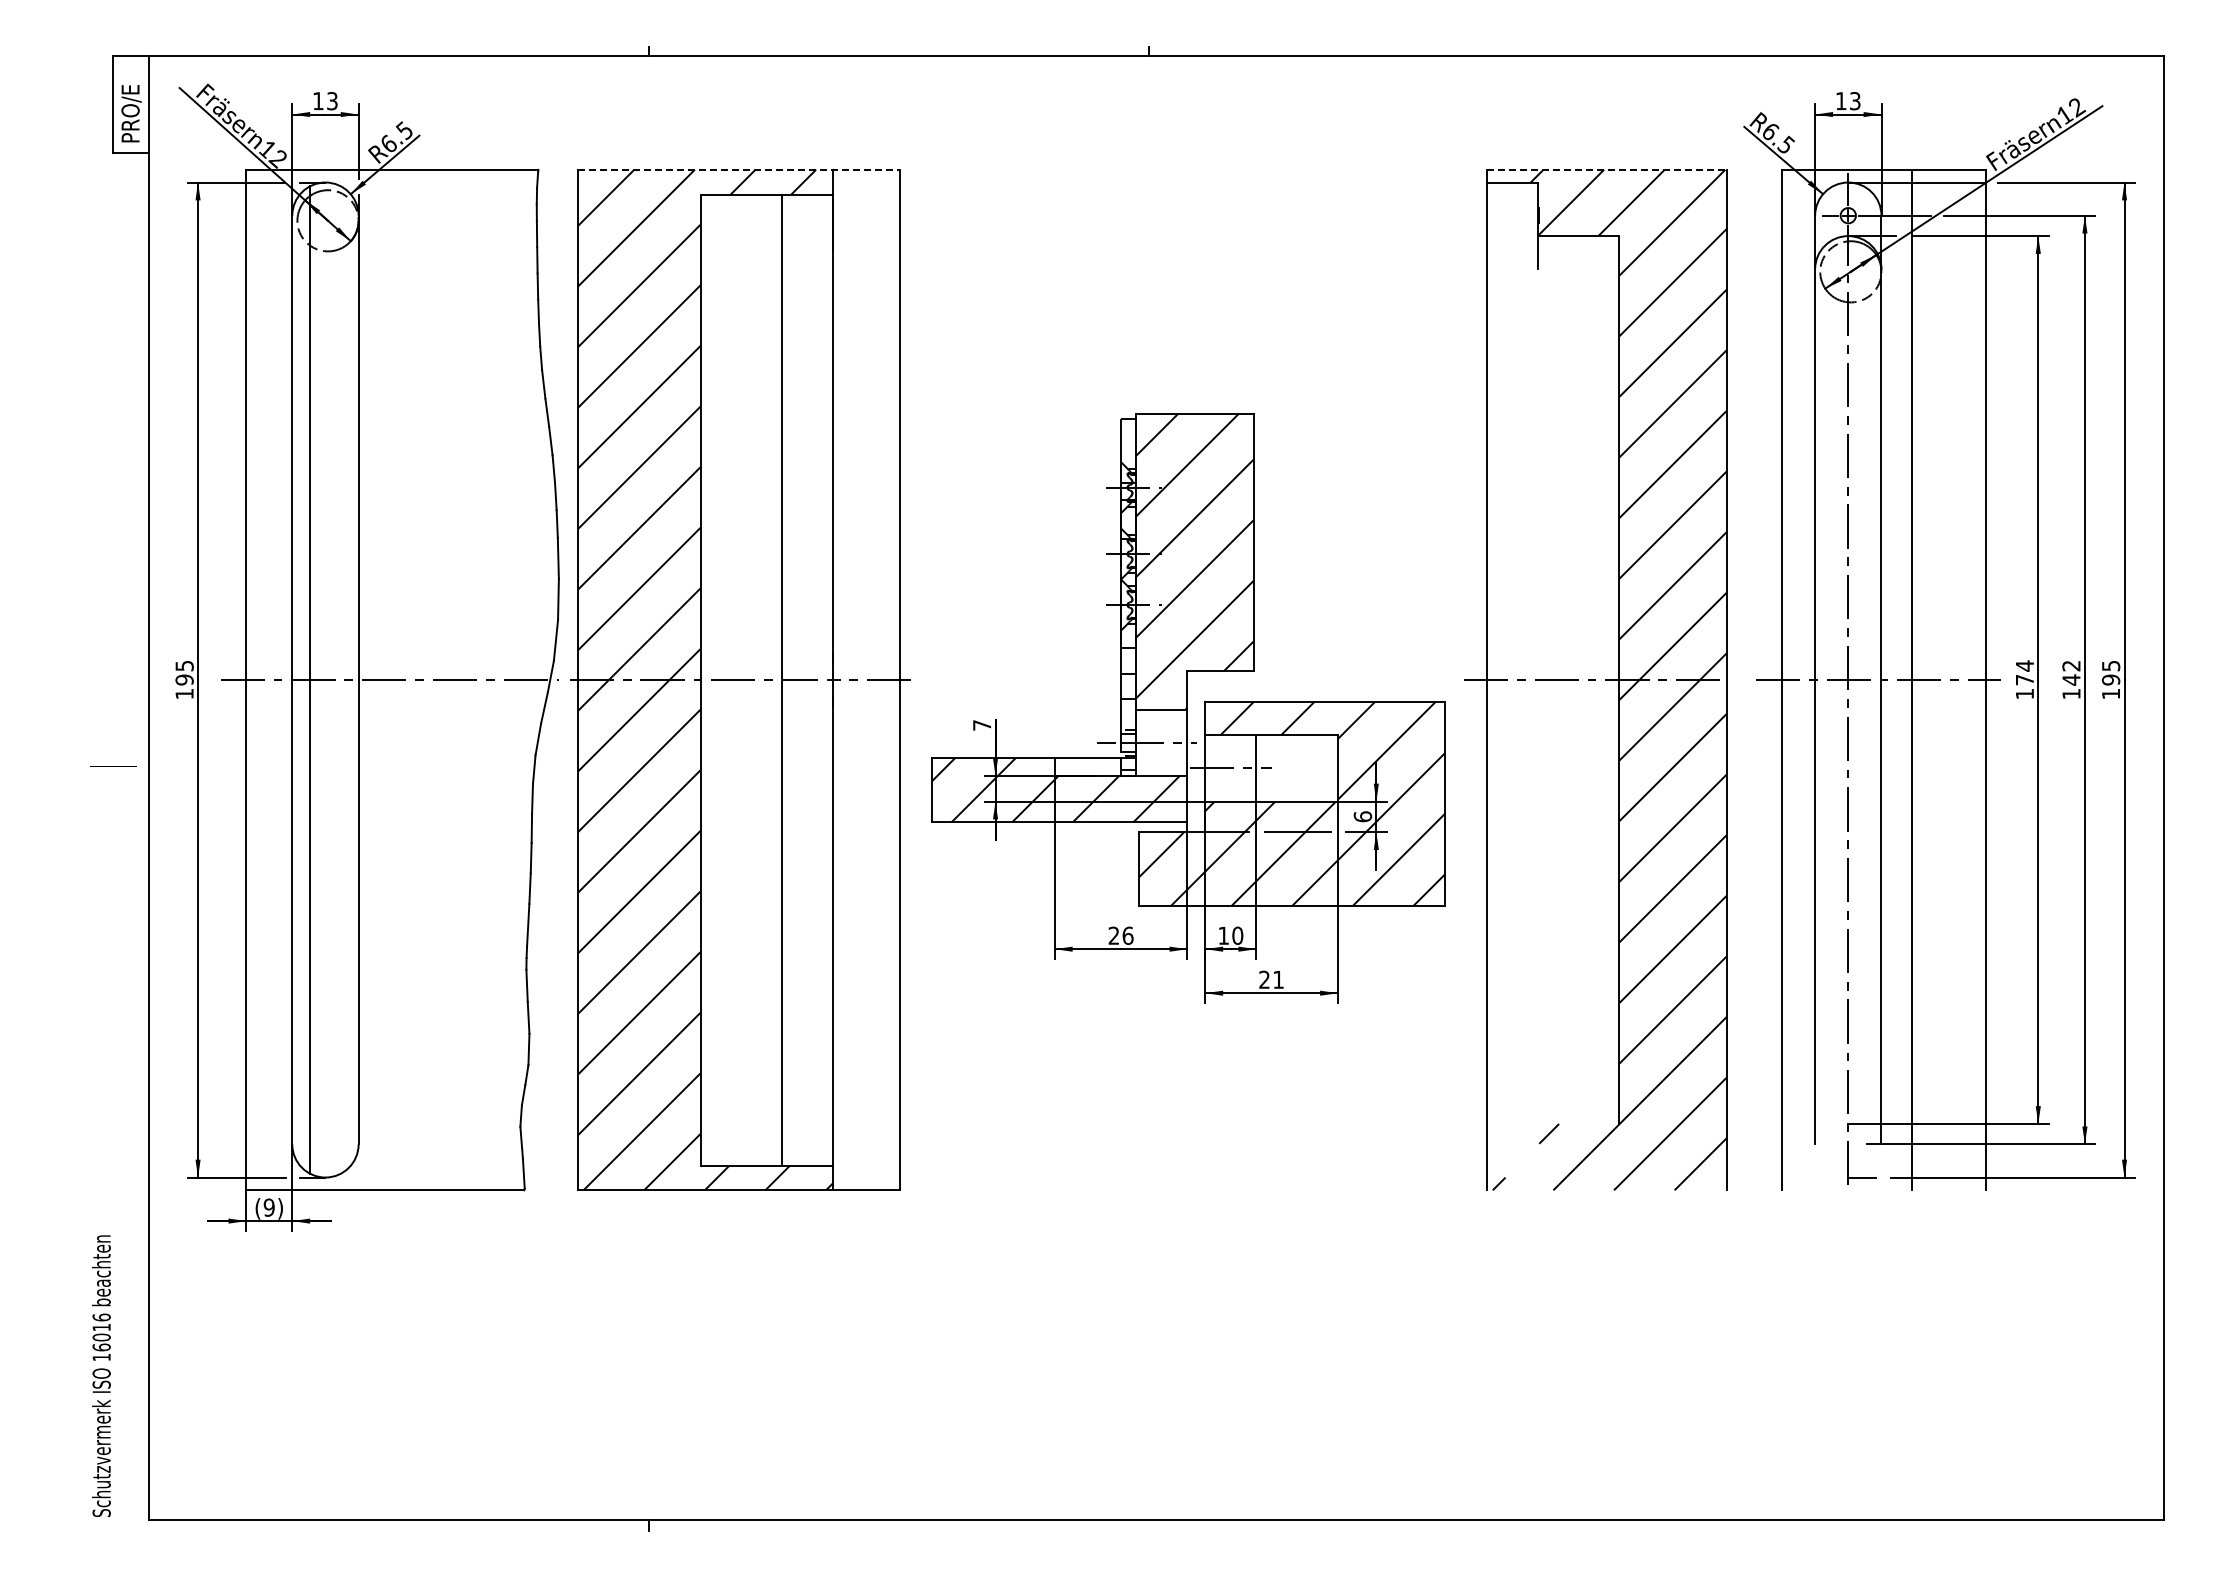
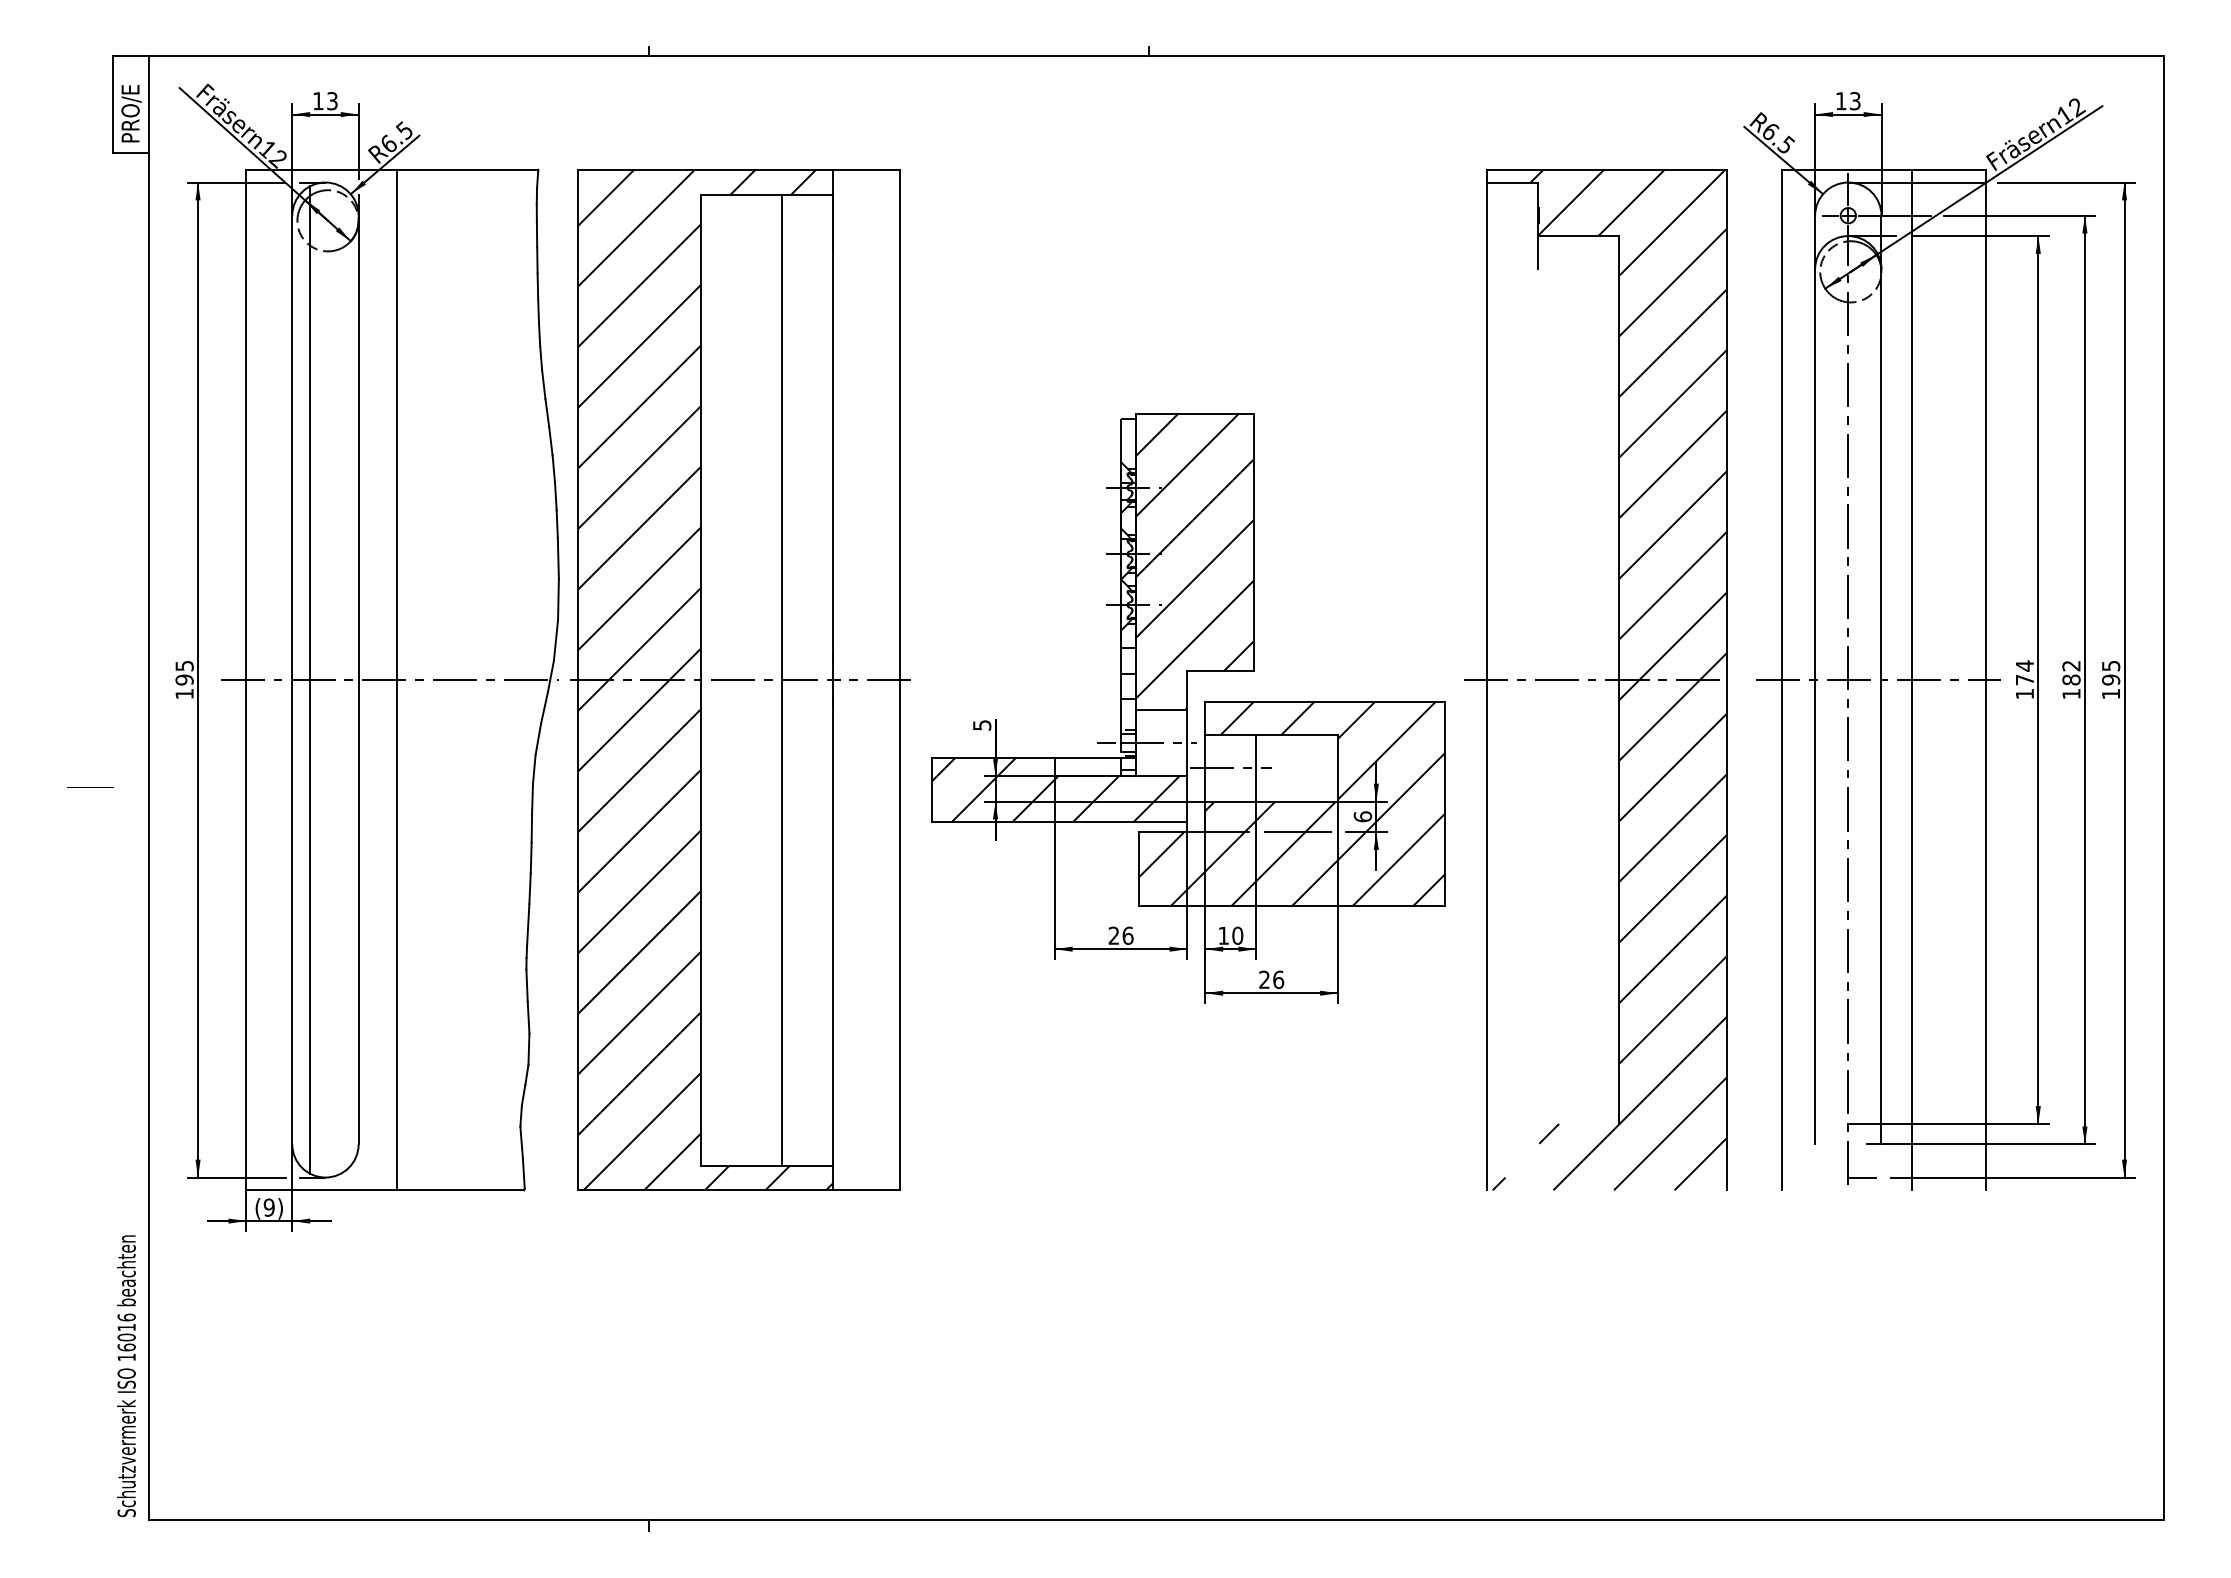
line at (738, 169): dashed -> solid
line at (1606, 169): dashed -> solid
line at (396, 679): none -> present
text at (2071, 679): 142 -> 182
text at (982, 725): 7 -> 5
line at (113, 766) position: (113, 766) -> (90, 787)
text at (1278, 979): 21 -> 26
text at (101, 1375) position: (101, 1375) -> (126, 1375)
